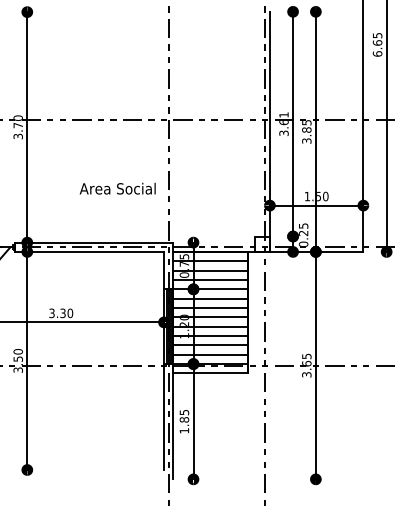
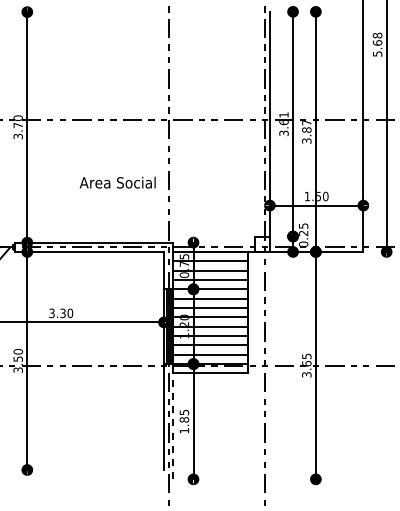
text at (377, 44): 6.65 -> 5.68
text at (306, 122): 3.85 -> 3.87
text at (117, 188) position: (117, 188) -> (117, 182)
line at (173, 421): solid -> dashed
